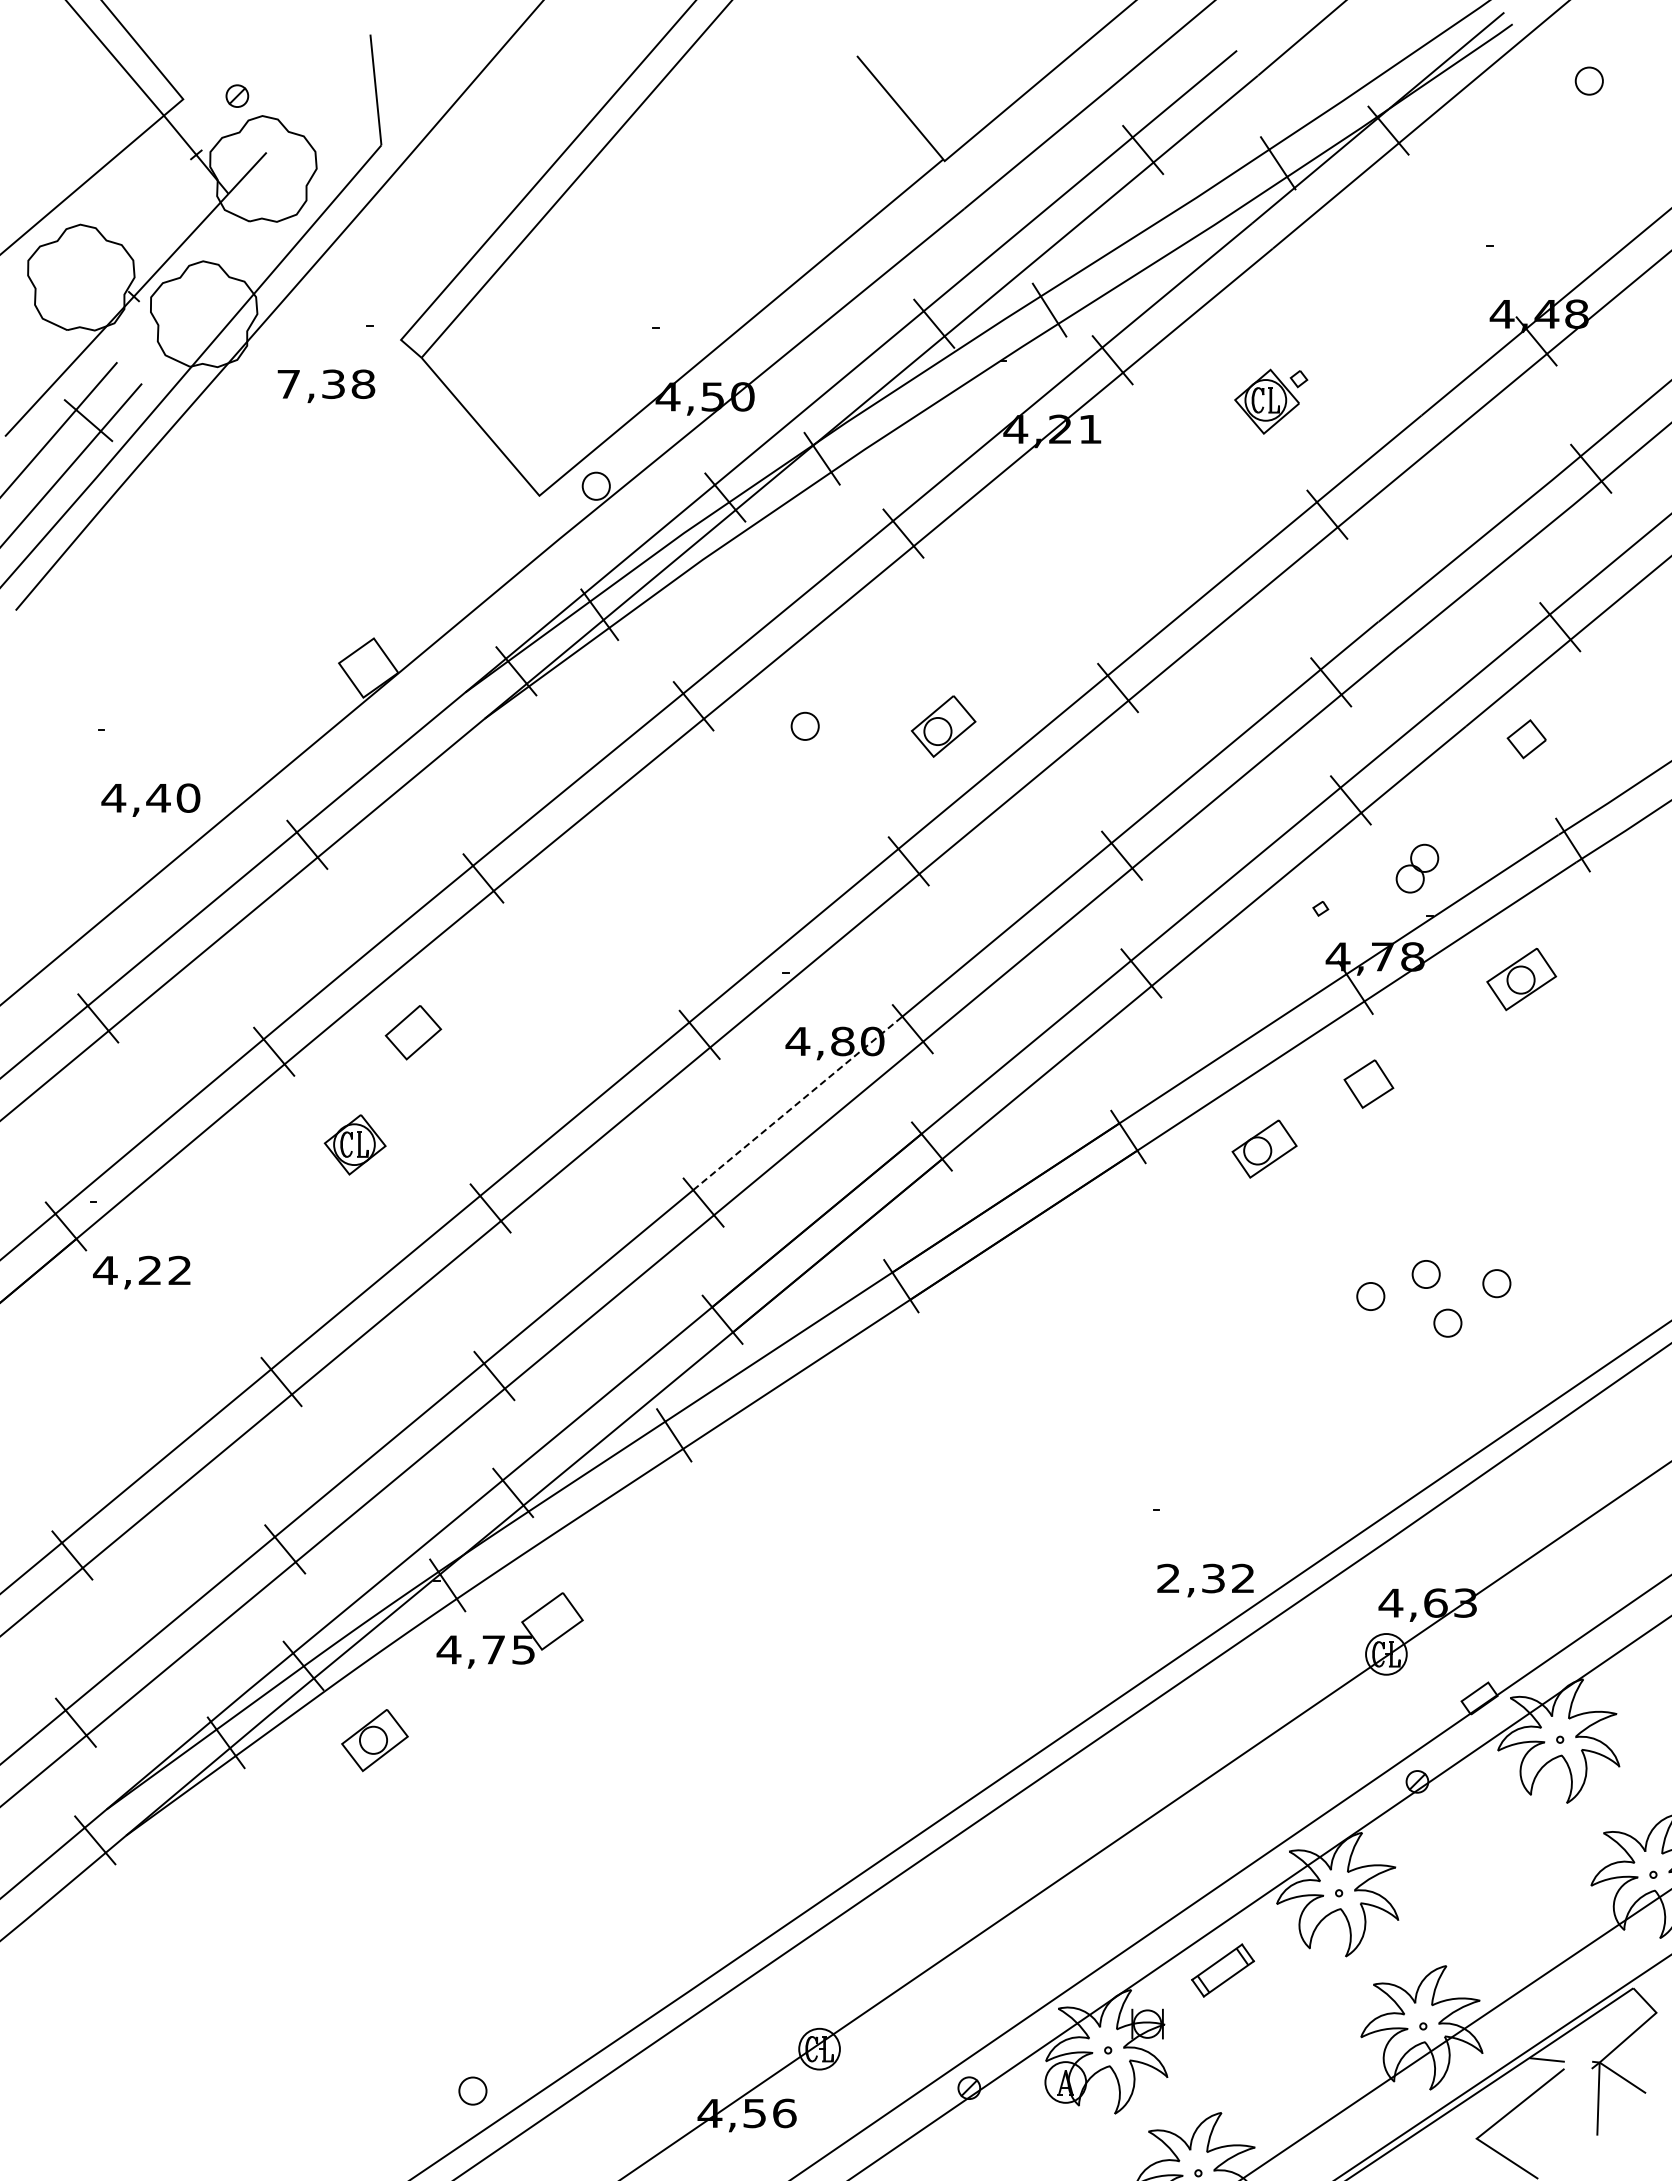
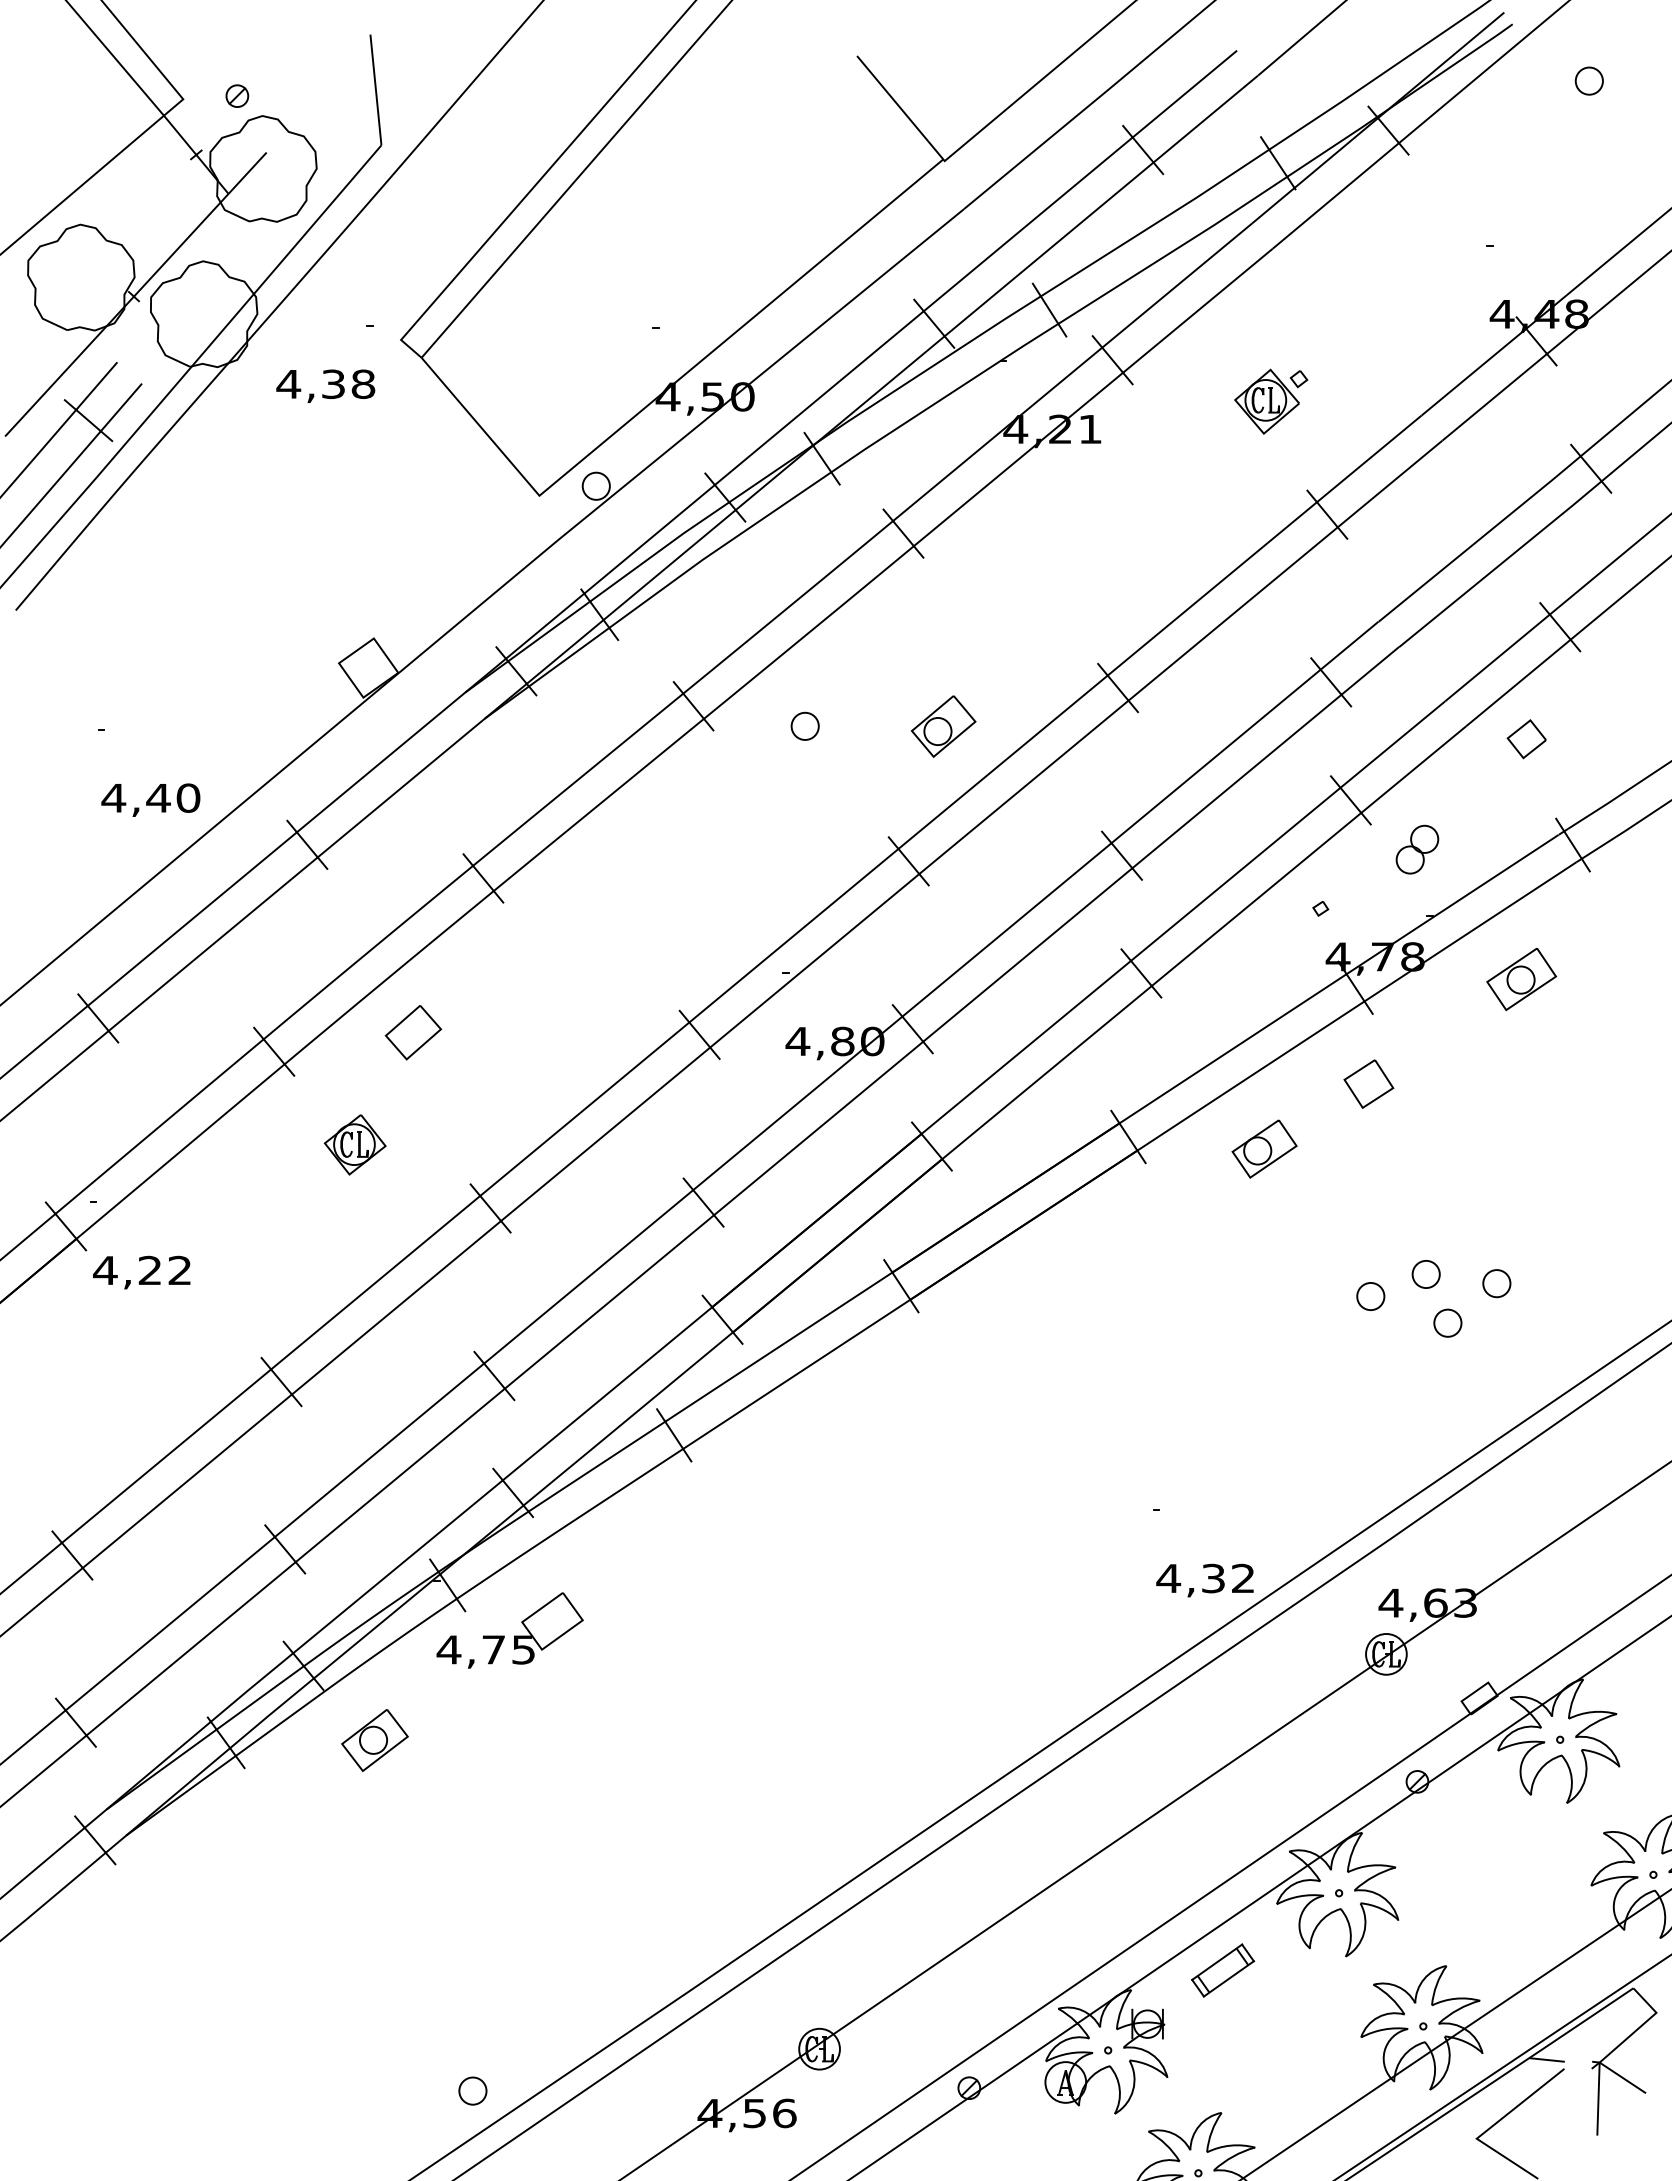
text at (288, 384): 7,38 -> 4,38
part at (1417, 868) position: (1417, 868) -> (1417, 849)
line at (797, 1103): dashed -> solid
text at (1168, 1577): 2,32 -> 4,32
